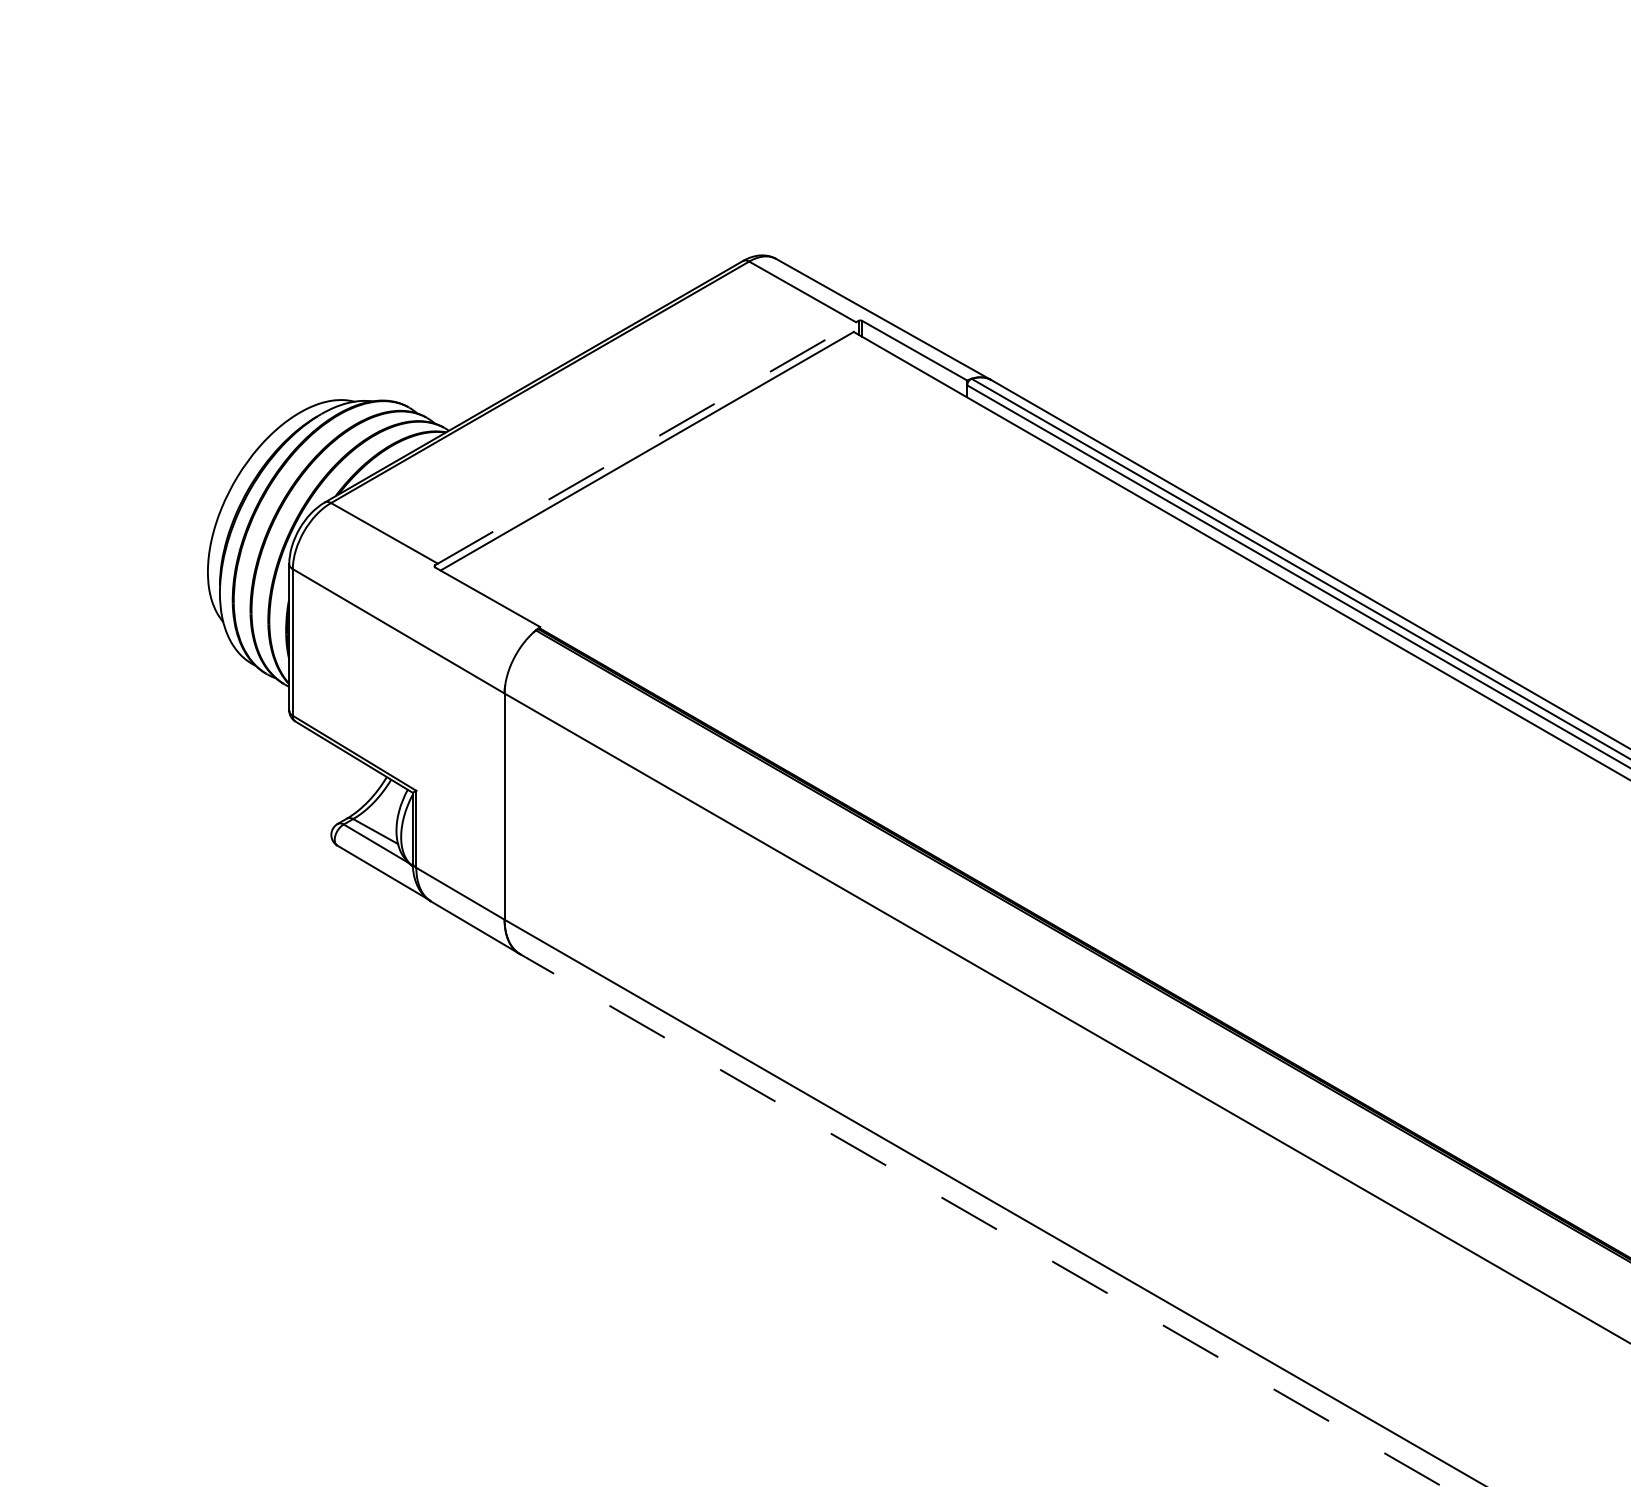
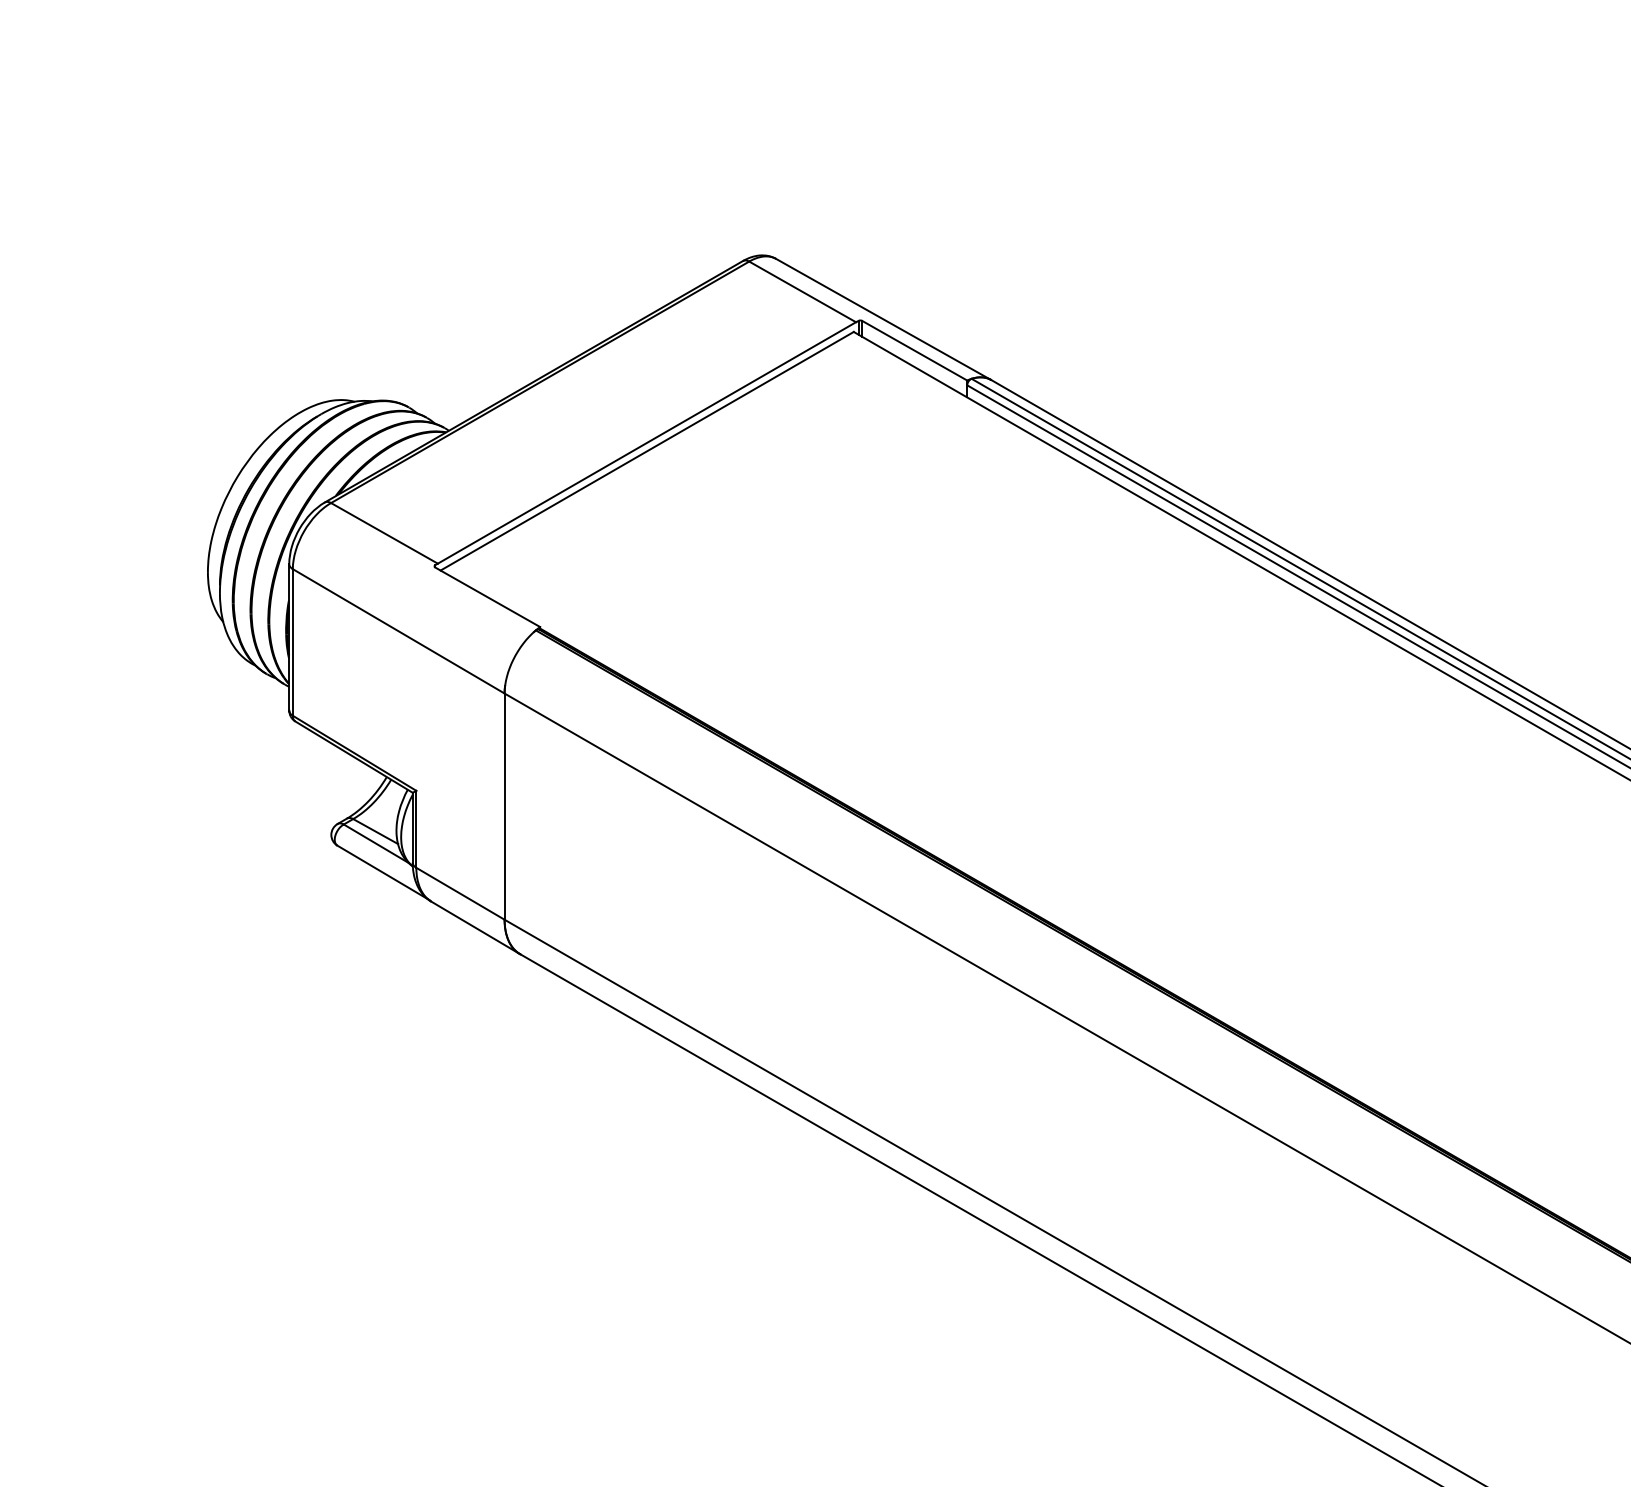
line at (647, 442): dashed -> solid
line at (980, 1220): dashed -> solid
